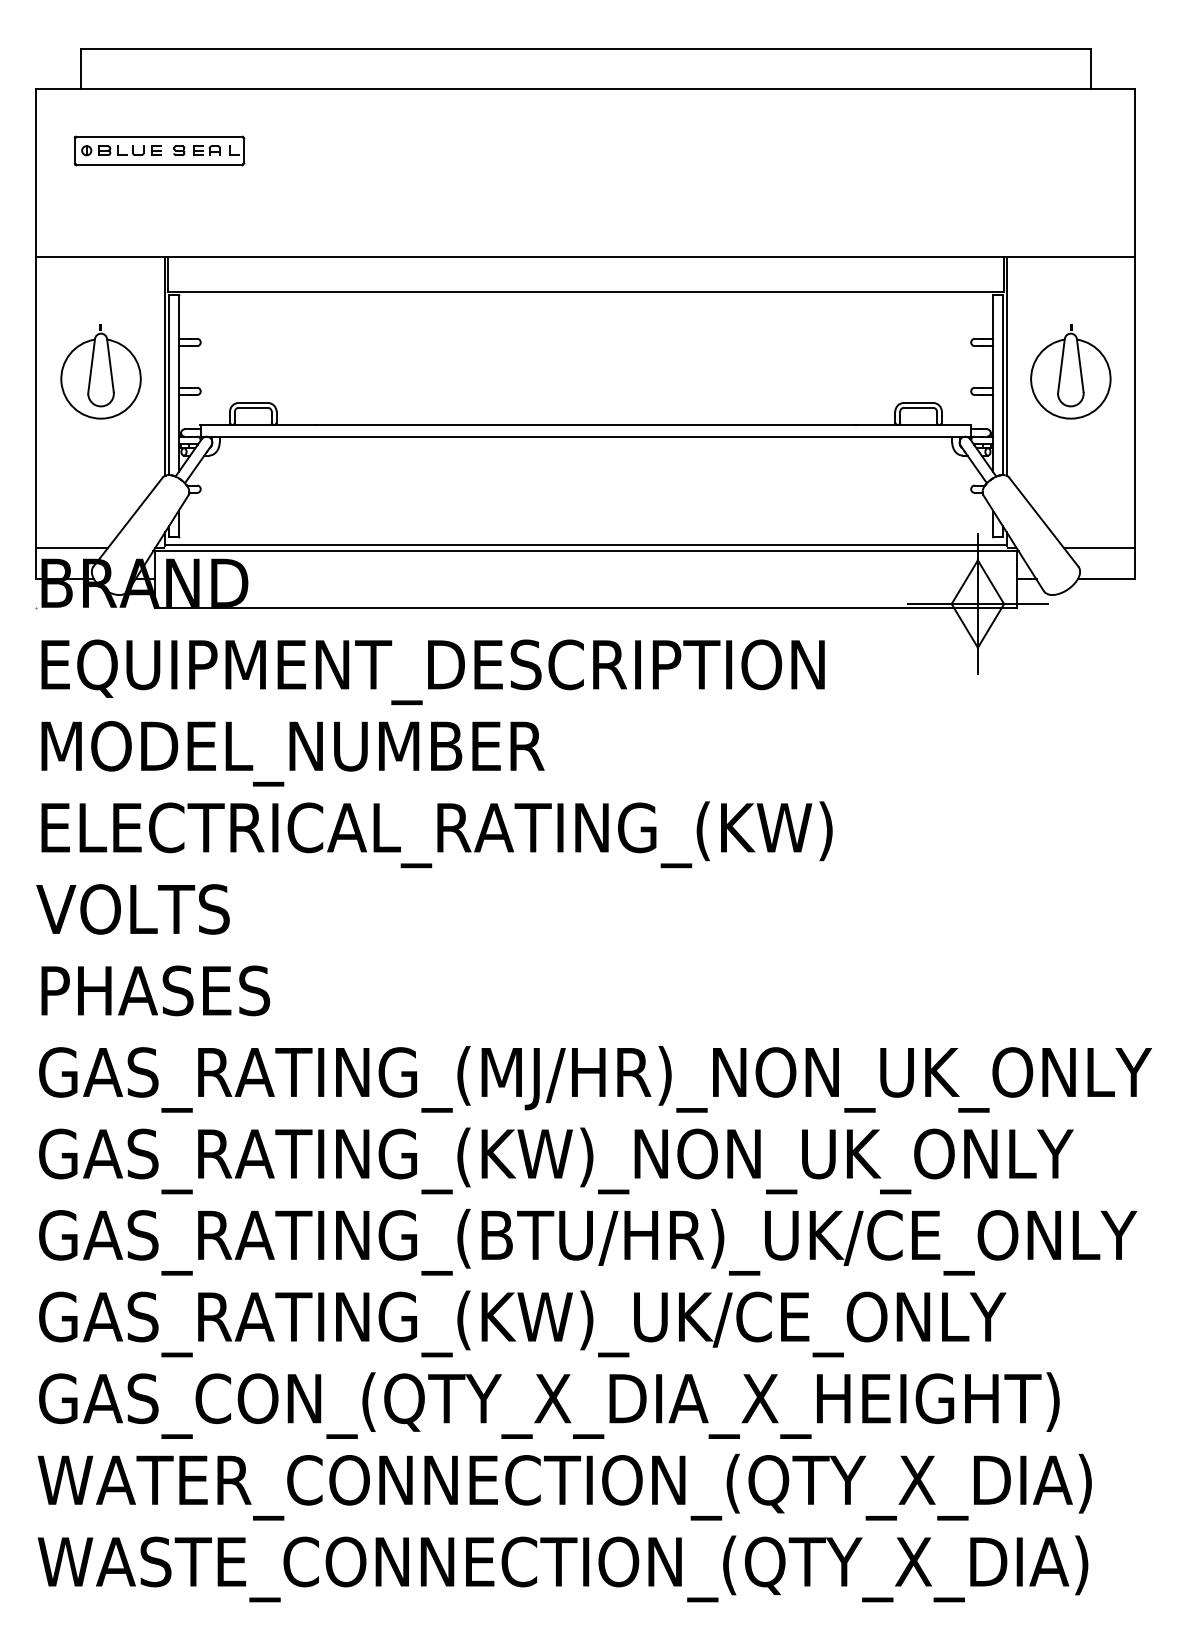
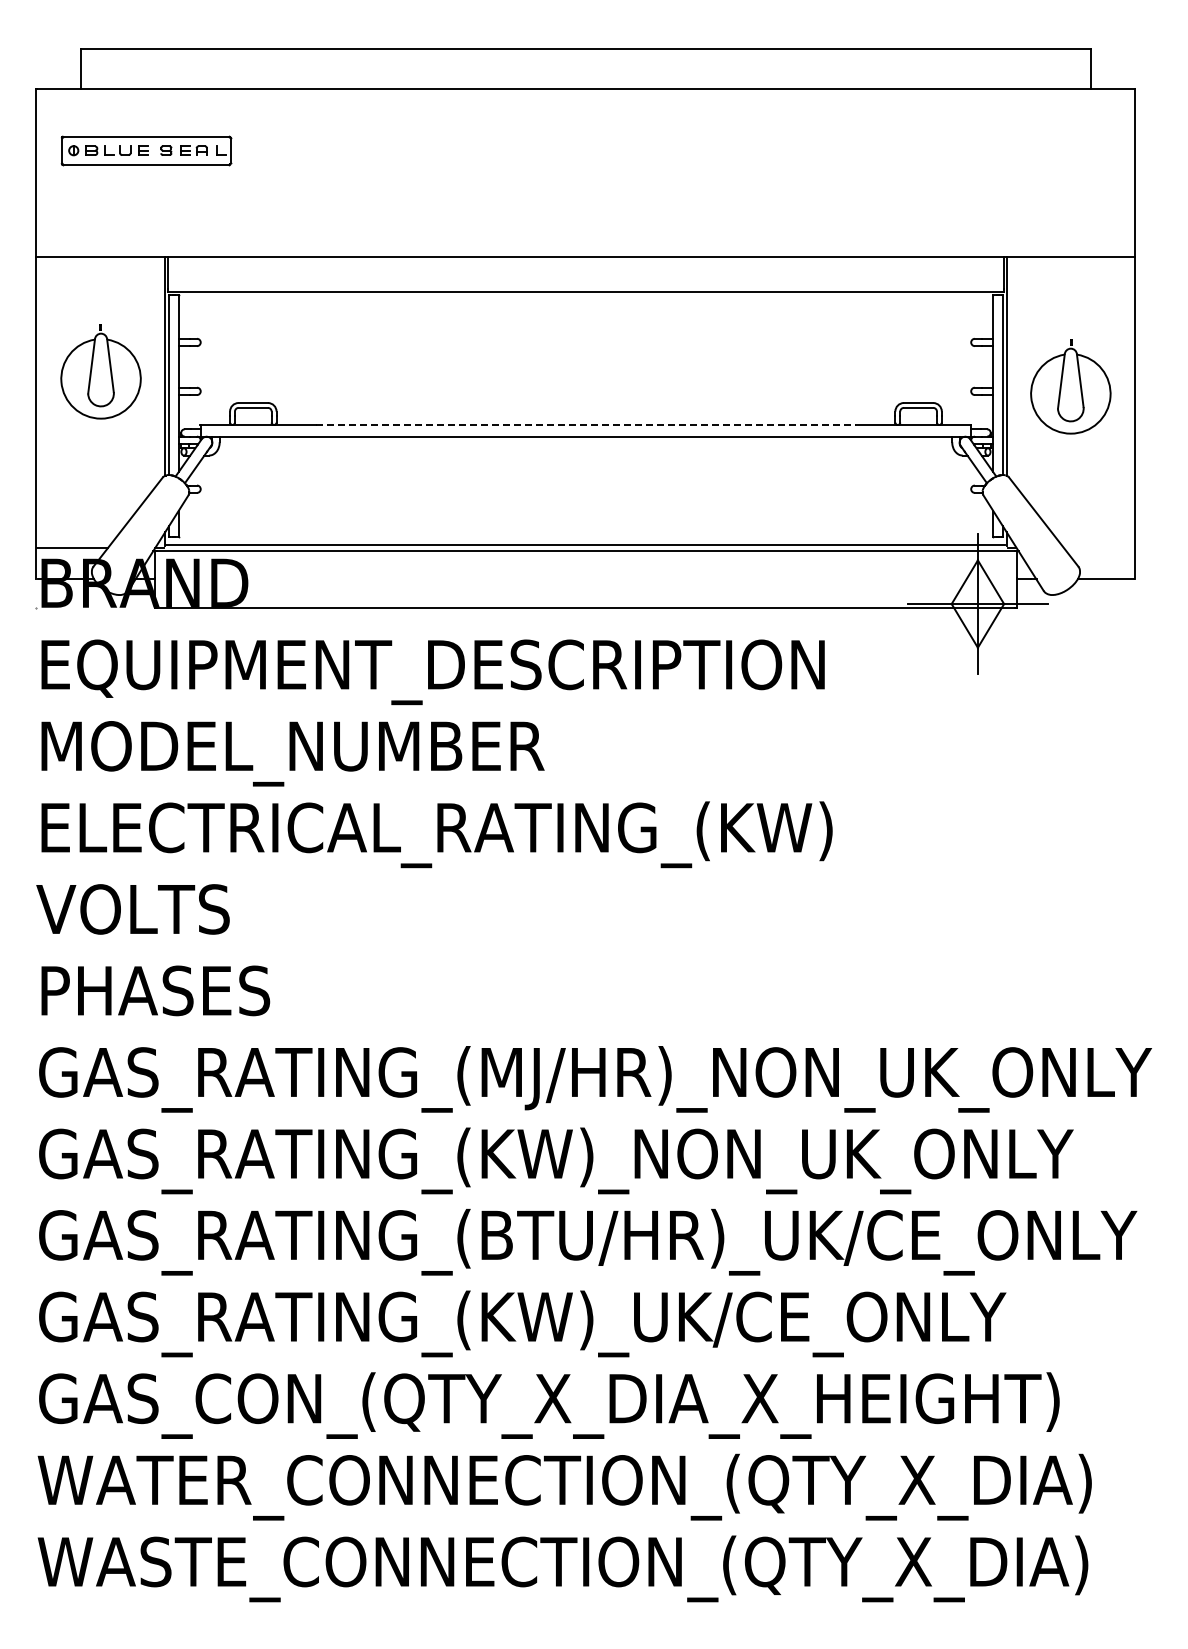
part at (159, 150) position: (159, 150) -> (146, 150)
part at (1070, 371) position: (1070, 371) -> (1070, 386)
line at (586, 425): solid -> dashed
line at (1099, 547): present -> none
